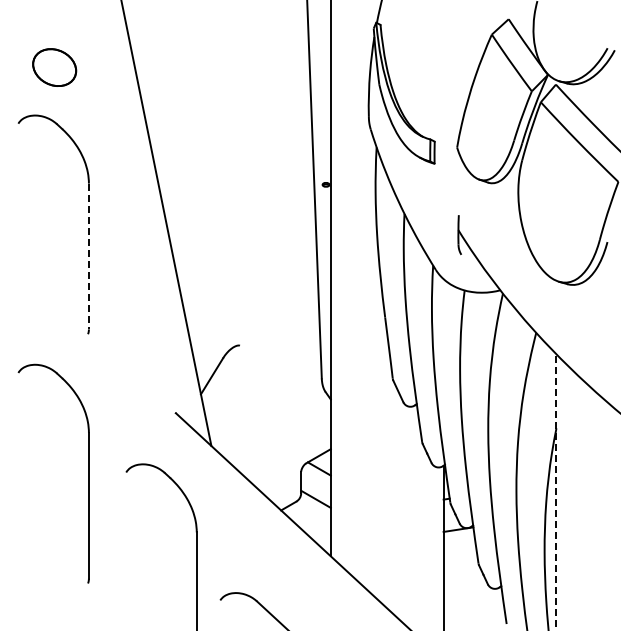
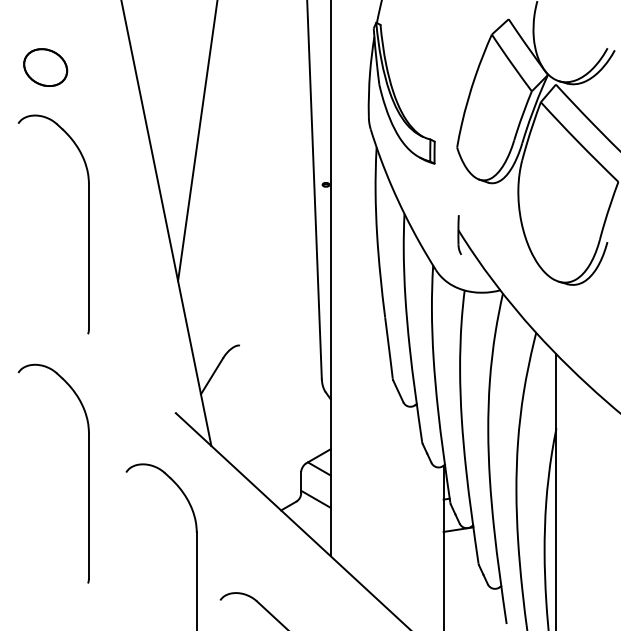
part at (54, 67) position: (54, 67) -> (45, 67)
line at (197, 141): none -> present
line at (88, 256): dashed -> solid
line at (556, 492): dashed -> solid
